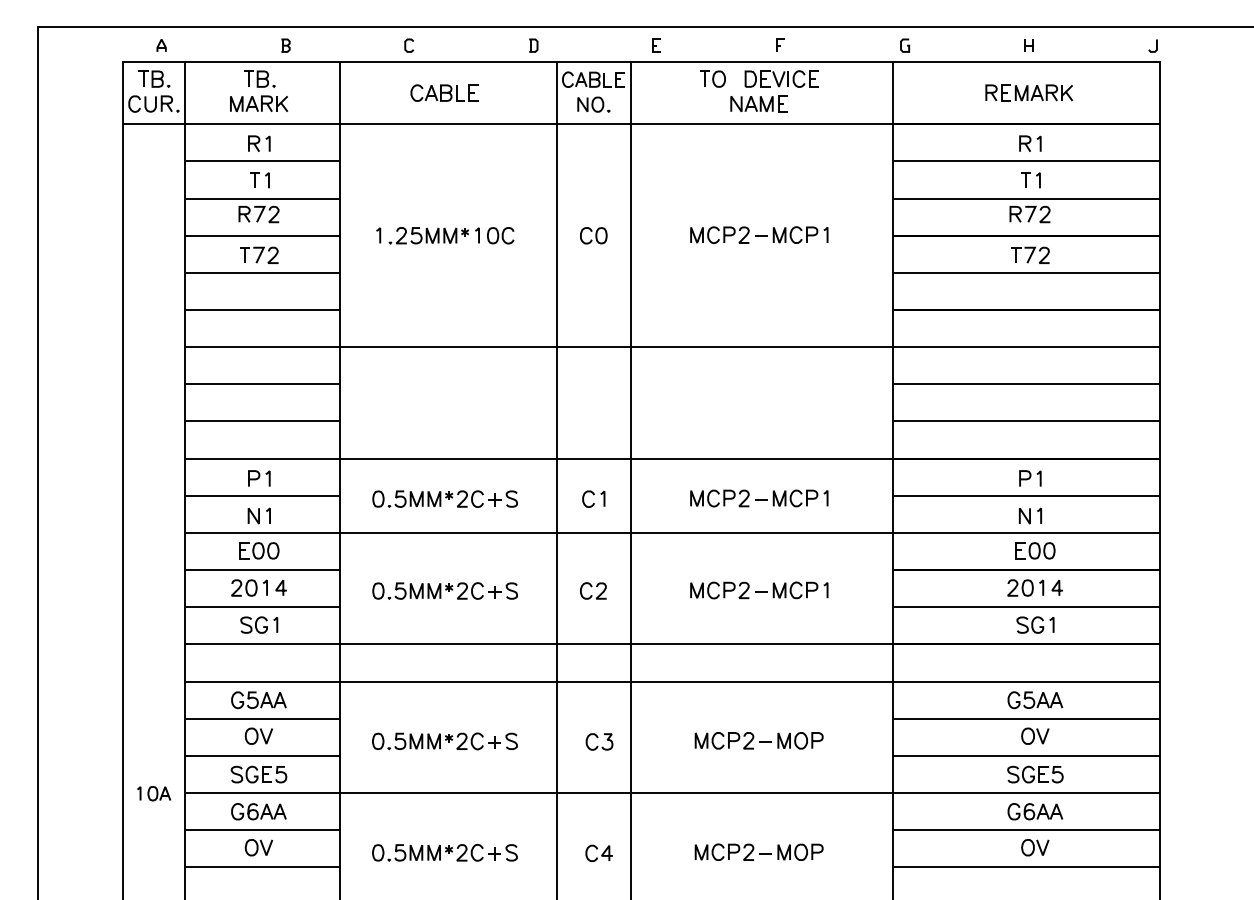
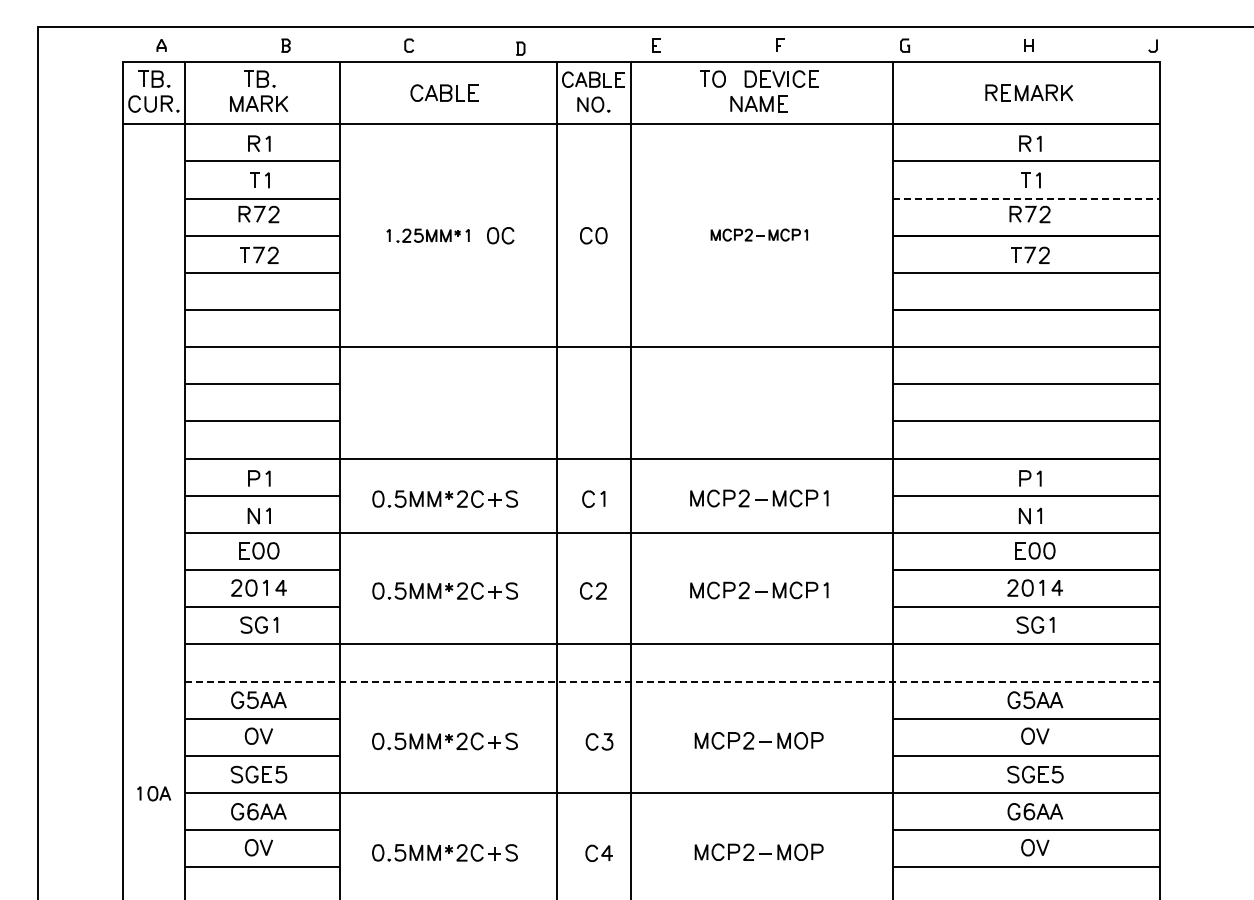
part at (533, 45) position: (533, 45) -> (520, 48)
line at (1026, 198): solid -> dashed
part at (759, 234) size: 139x18 px -> 98x14 px
part at (427, 235) size: 104x18 px -> 84x15 px
line at (673, 681): solid -> dashed
